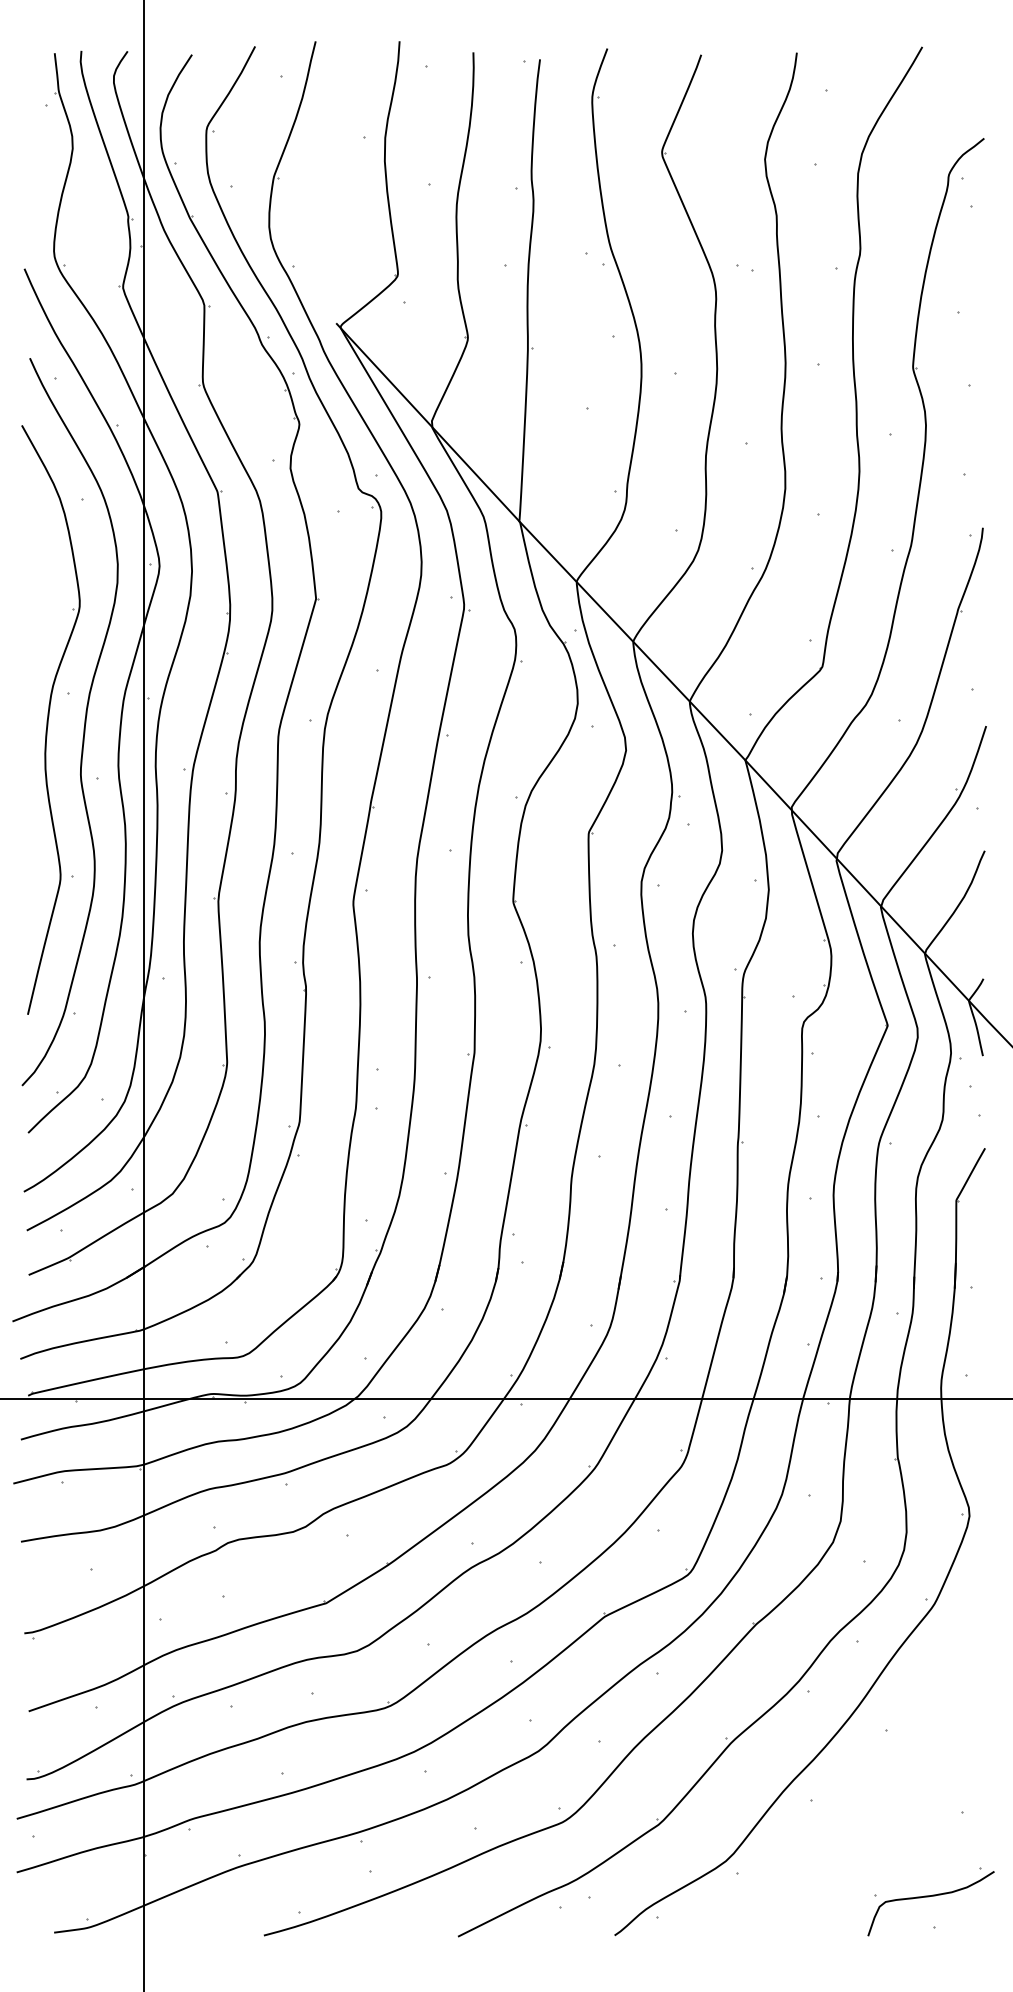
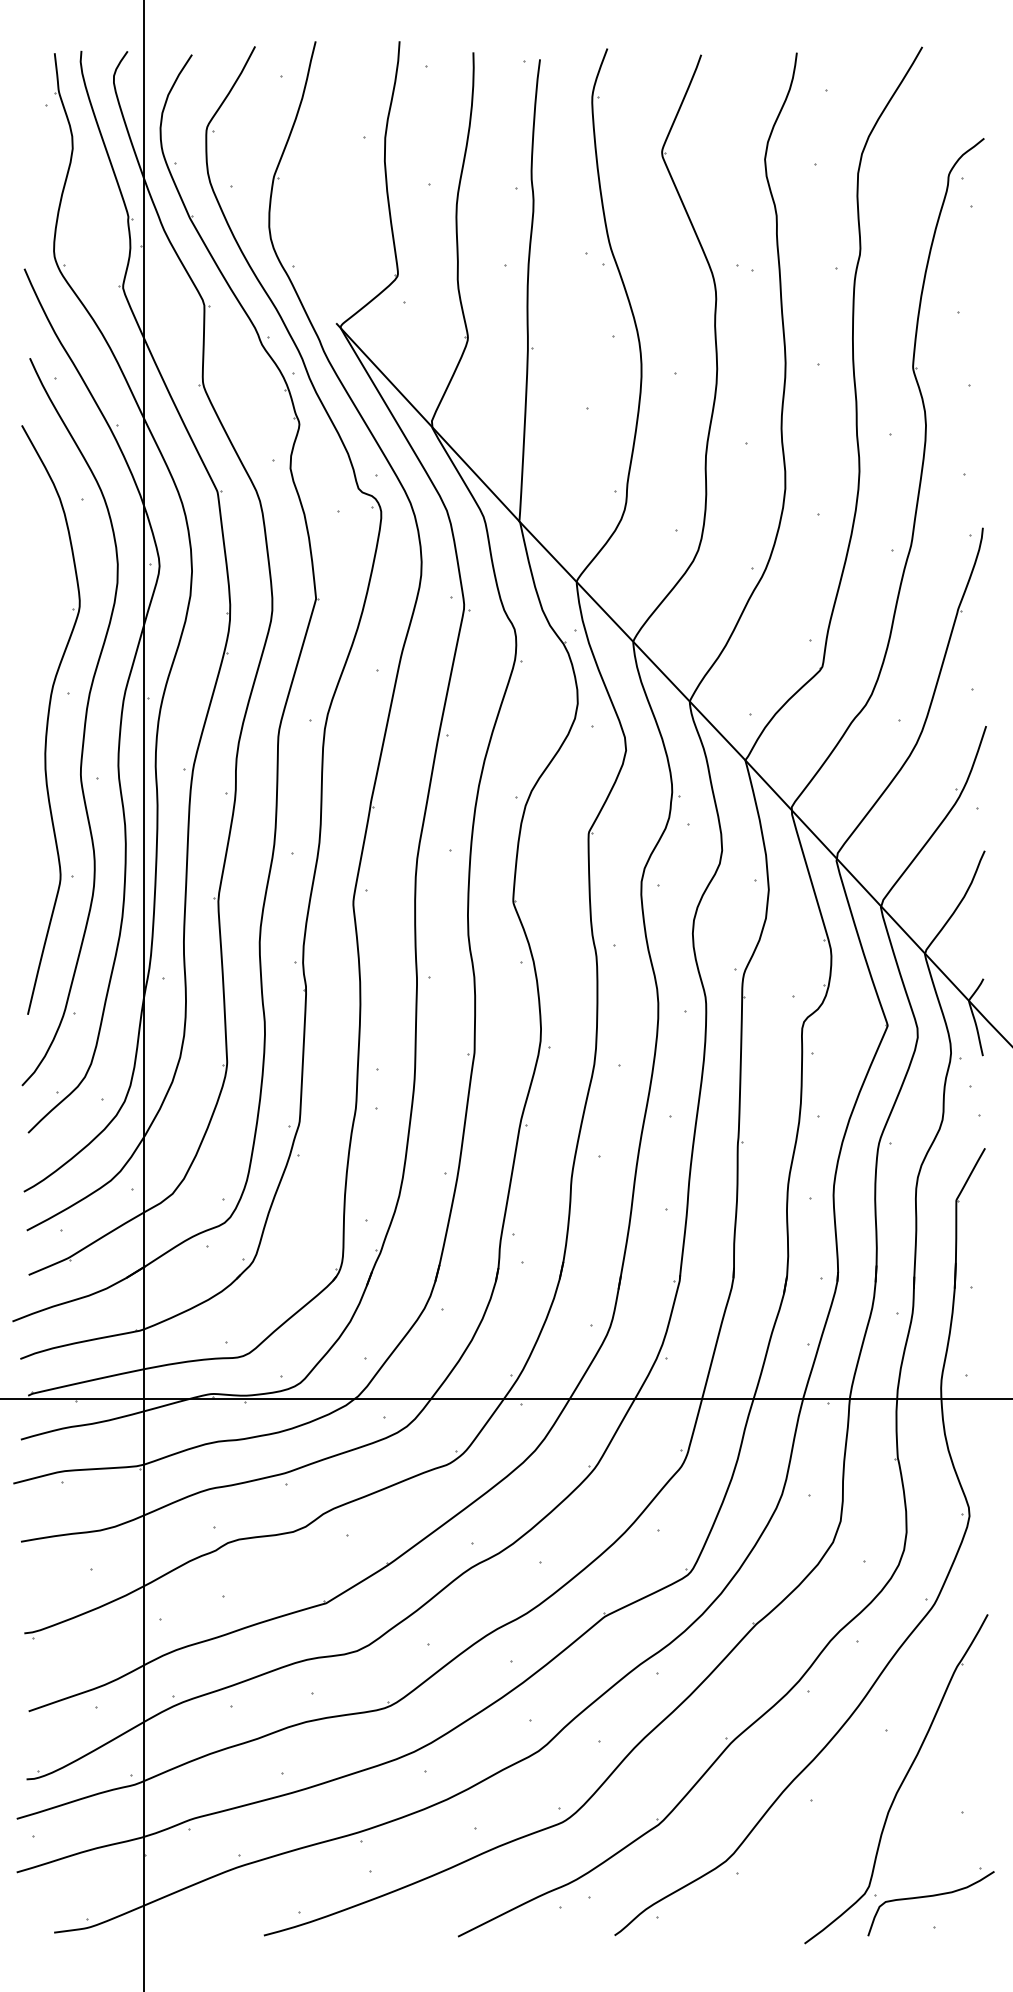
part at (896, 1779): none -> present
